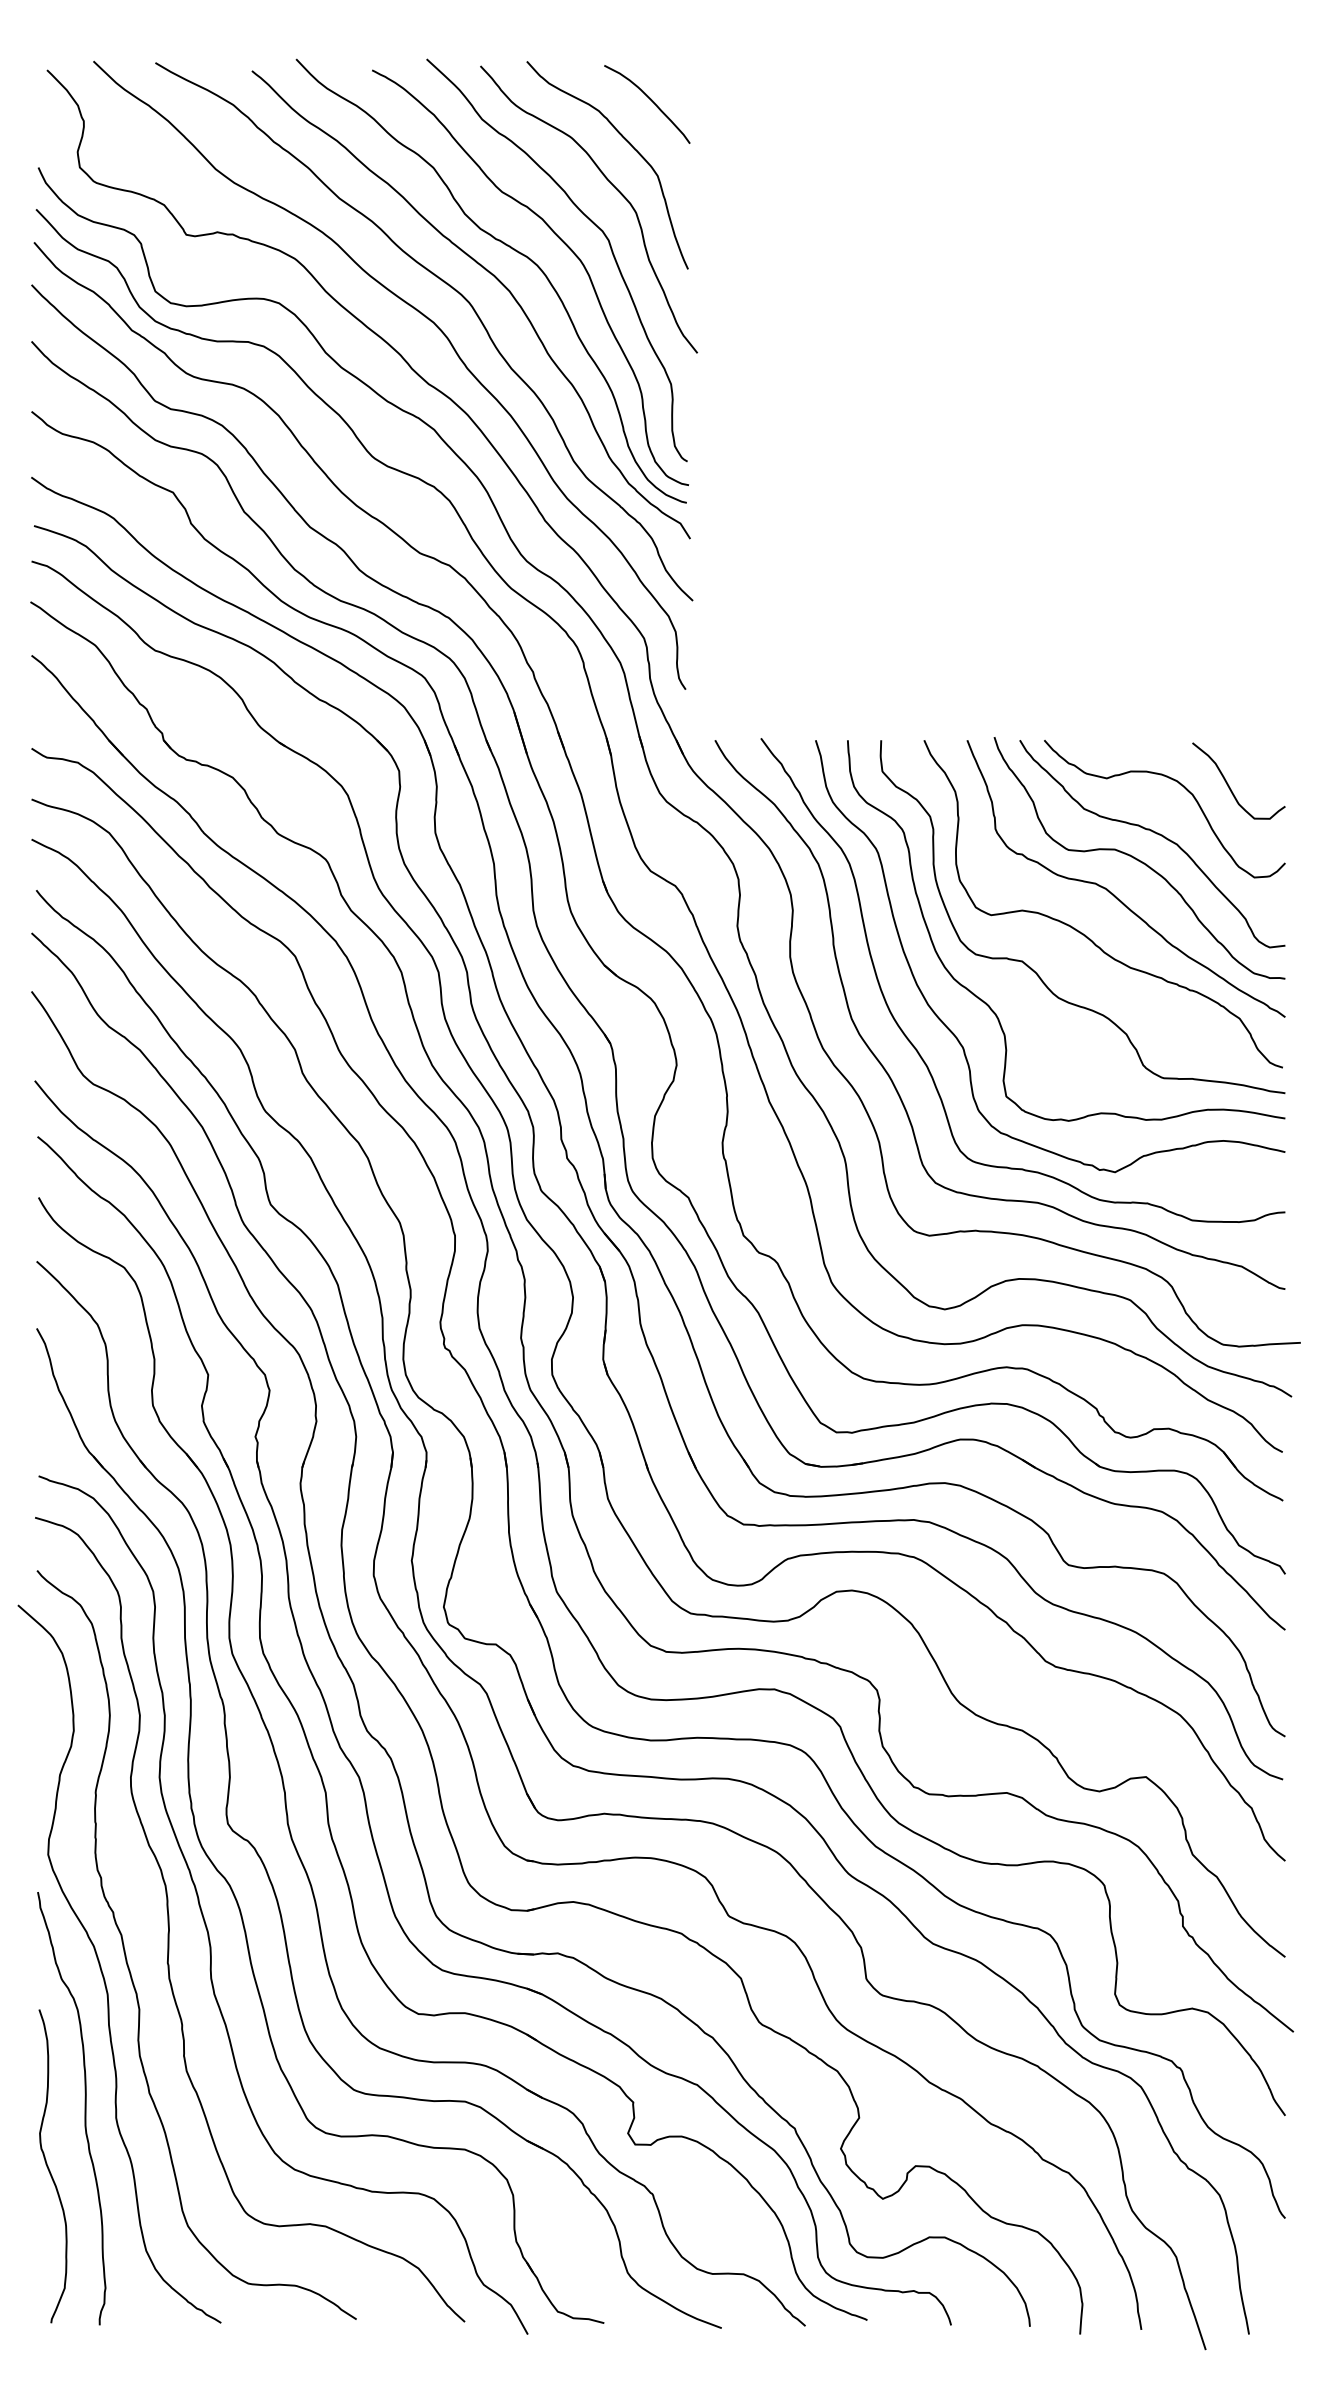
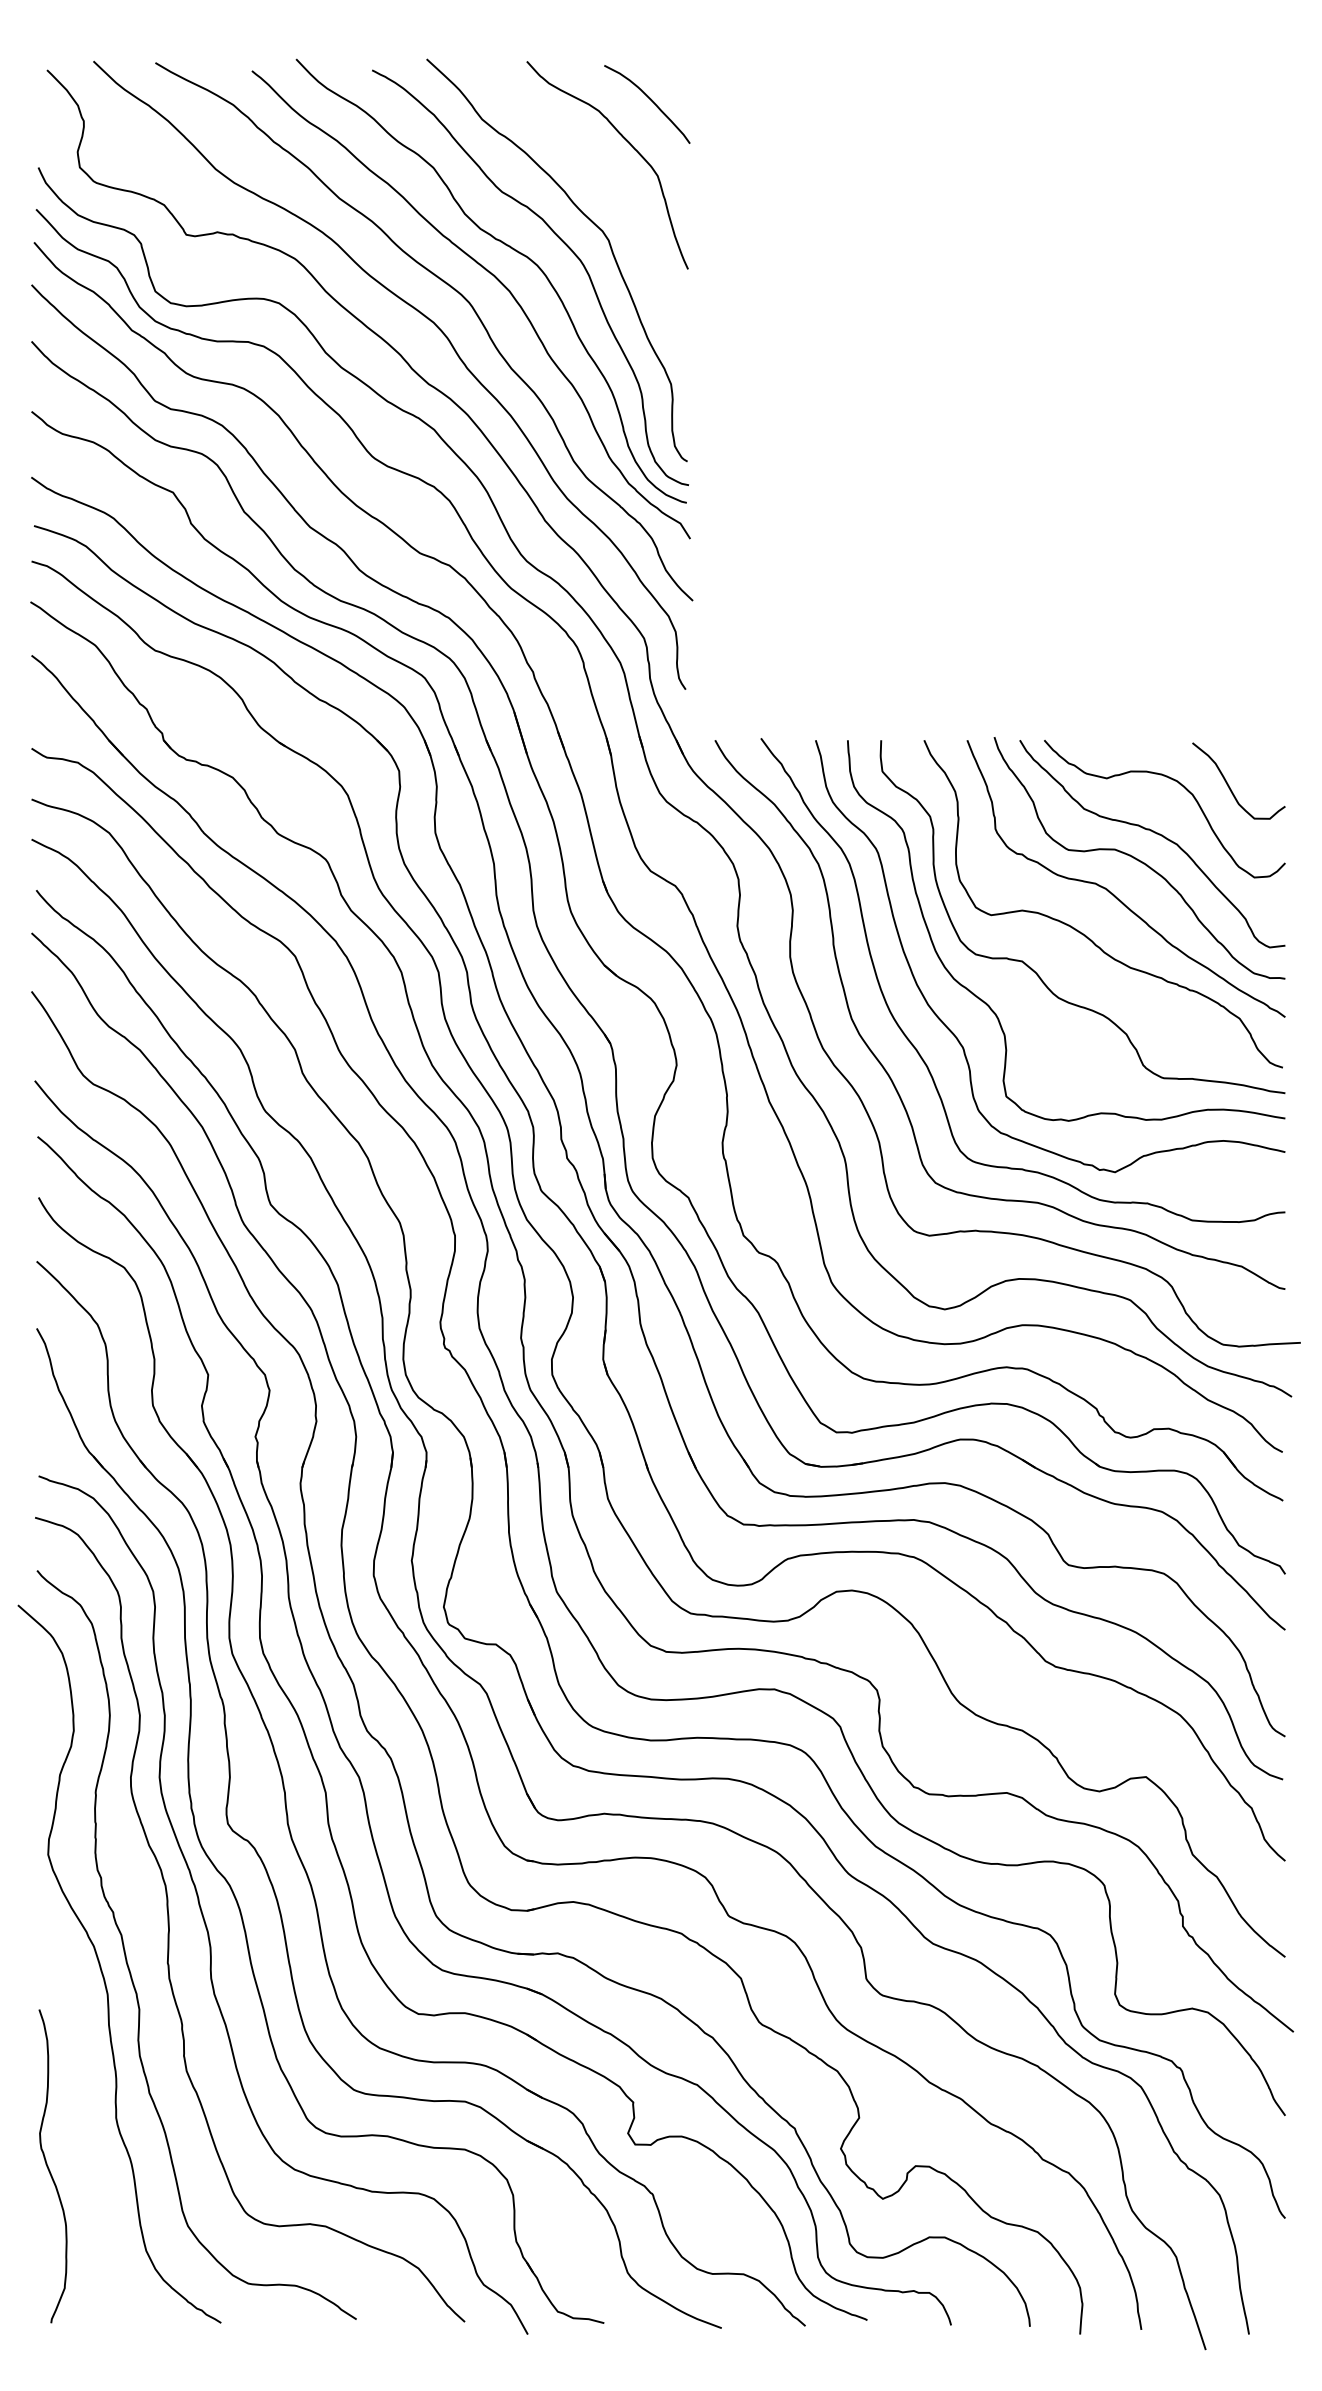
curve at (615, 189): present -> none
curve at (84, 2108): present -> none
